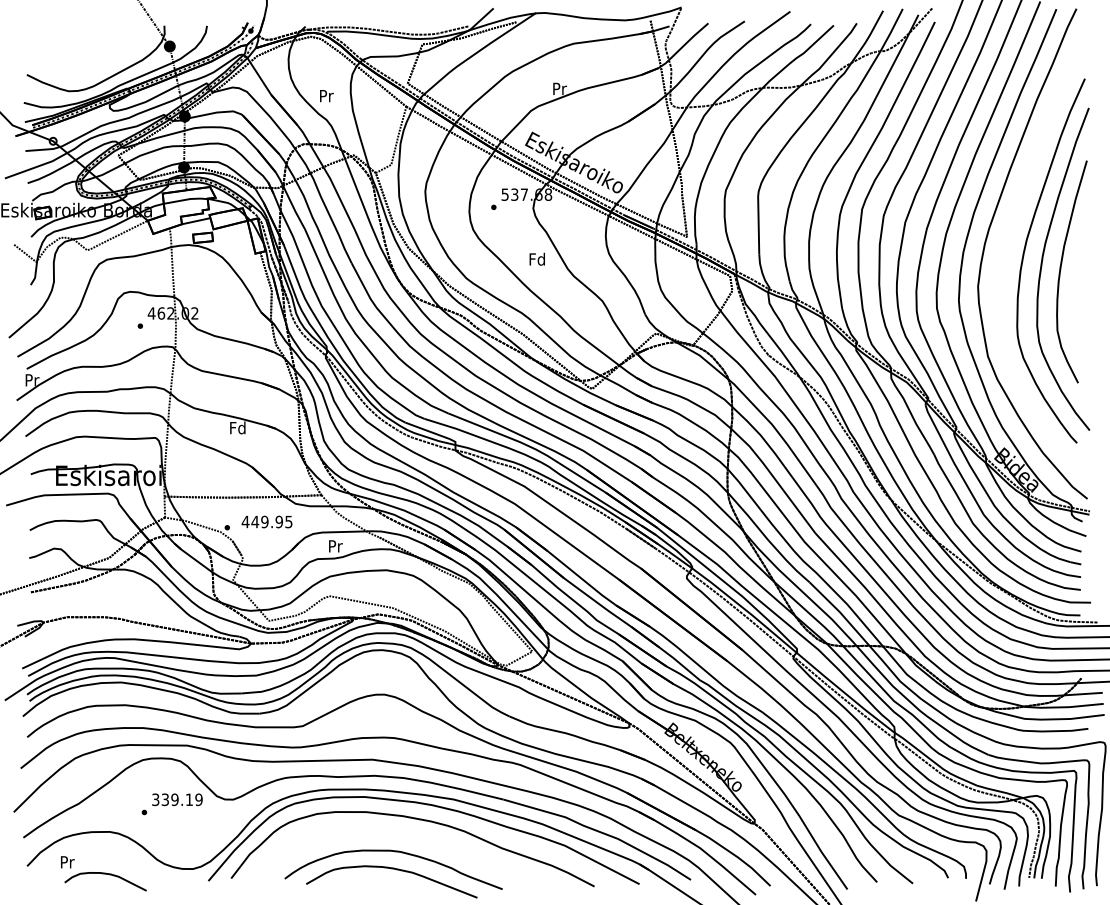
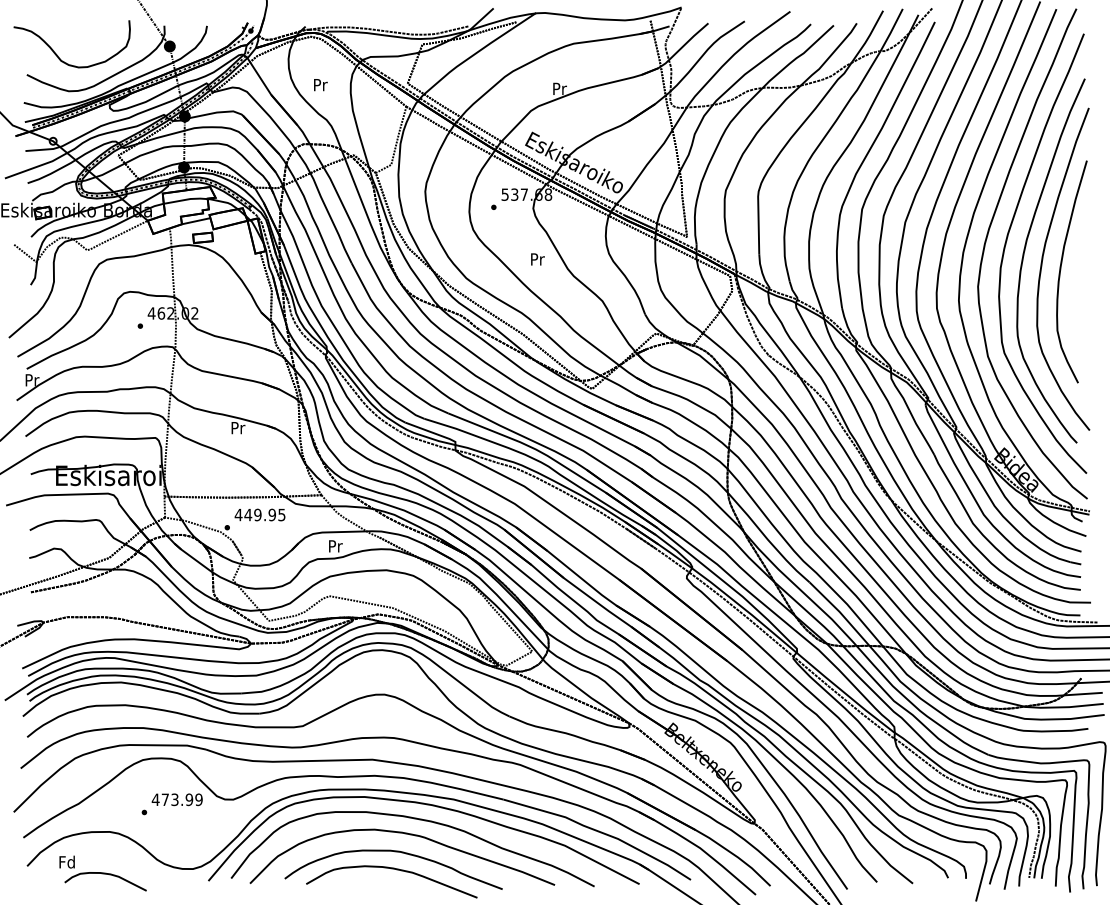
curve at (58, 55): none -> present
text at (326, 96) position: (326, 96) -> (320, 85)
curve at (1006, 245): none -> present
text at (536, 258): Fd -> Pr
text at (237, 427): Fd -> Pr
text at (266, 521) position: (266, 521) -> (259, 514)
text at (172, 799): 339.19 -> 473.99
curve at (404, 834): none -> present
text at (66, 861): Pr -> Fd
